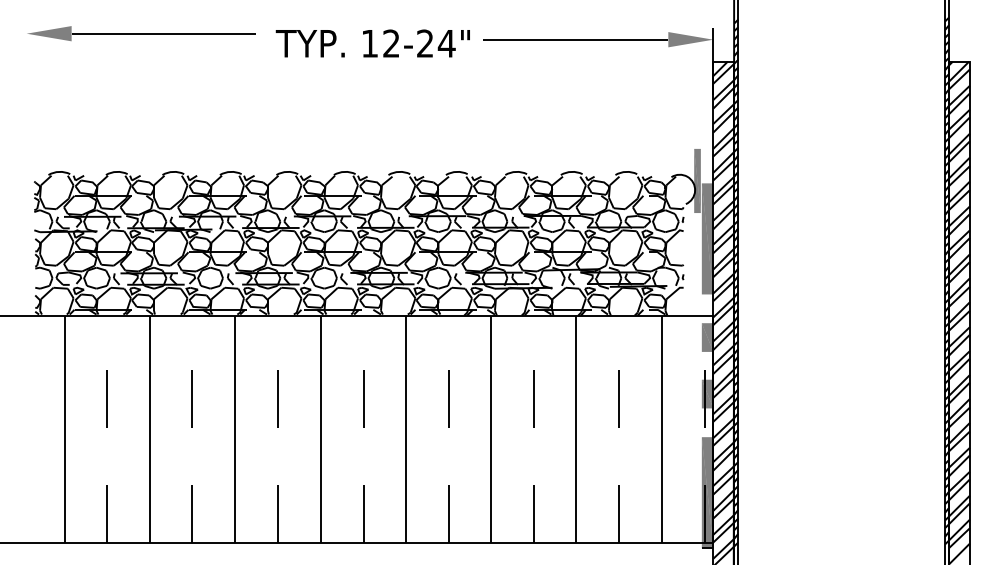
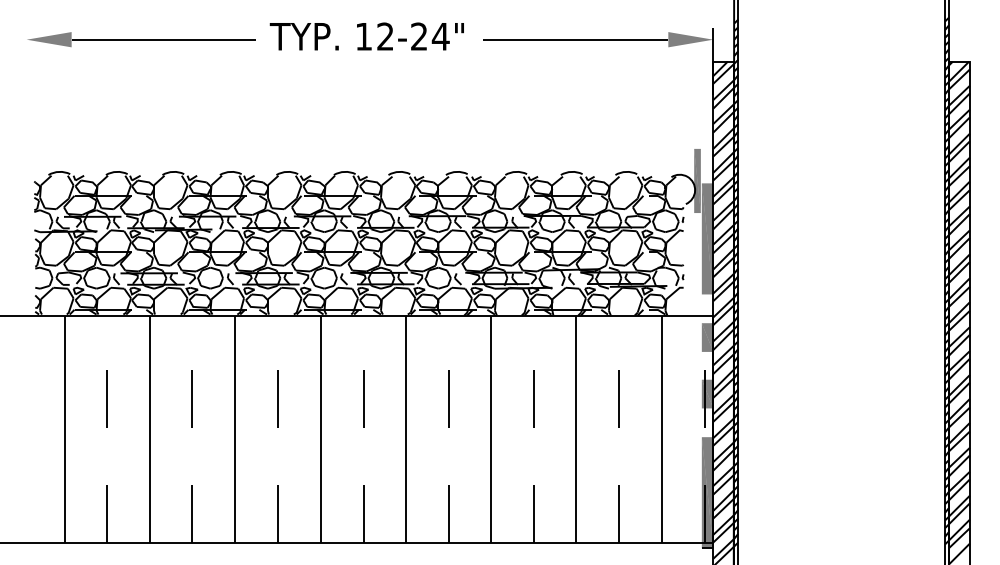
part at (141, 33) position: (141, 33) -> (141, 39)
text at (372, 43) position: (372, 43) -> (366, 36)
